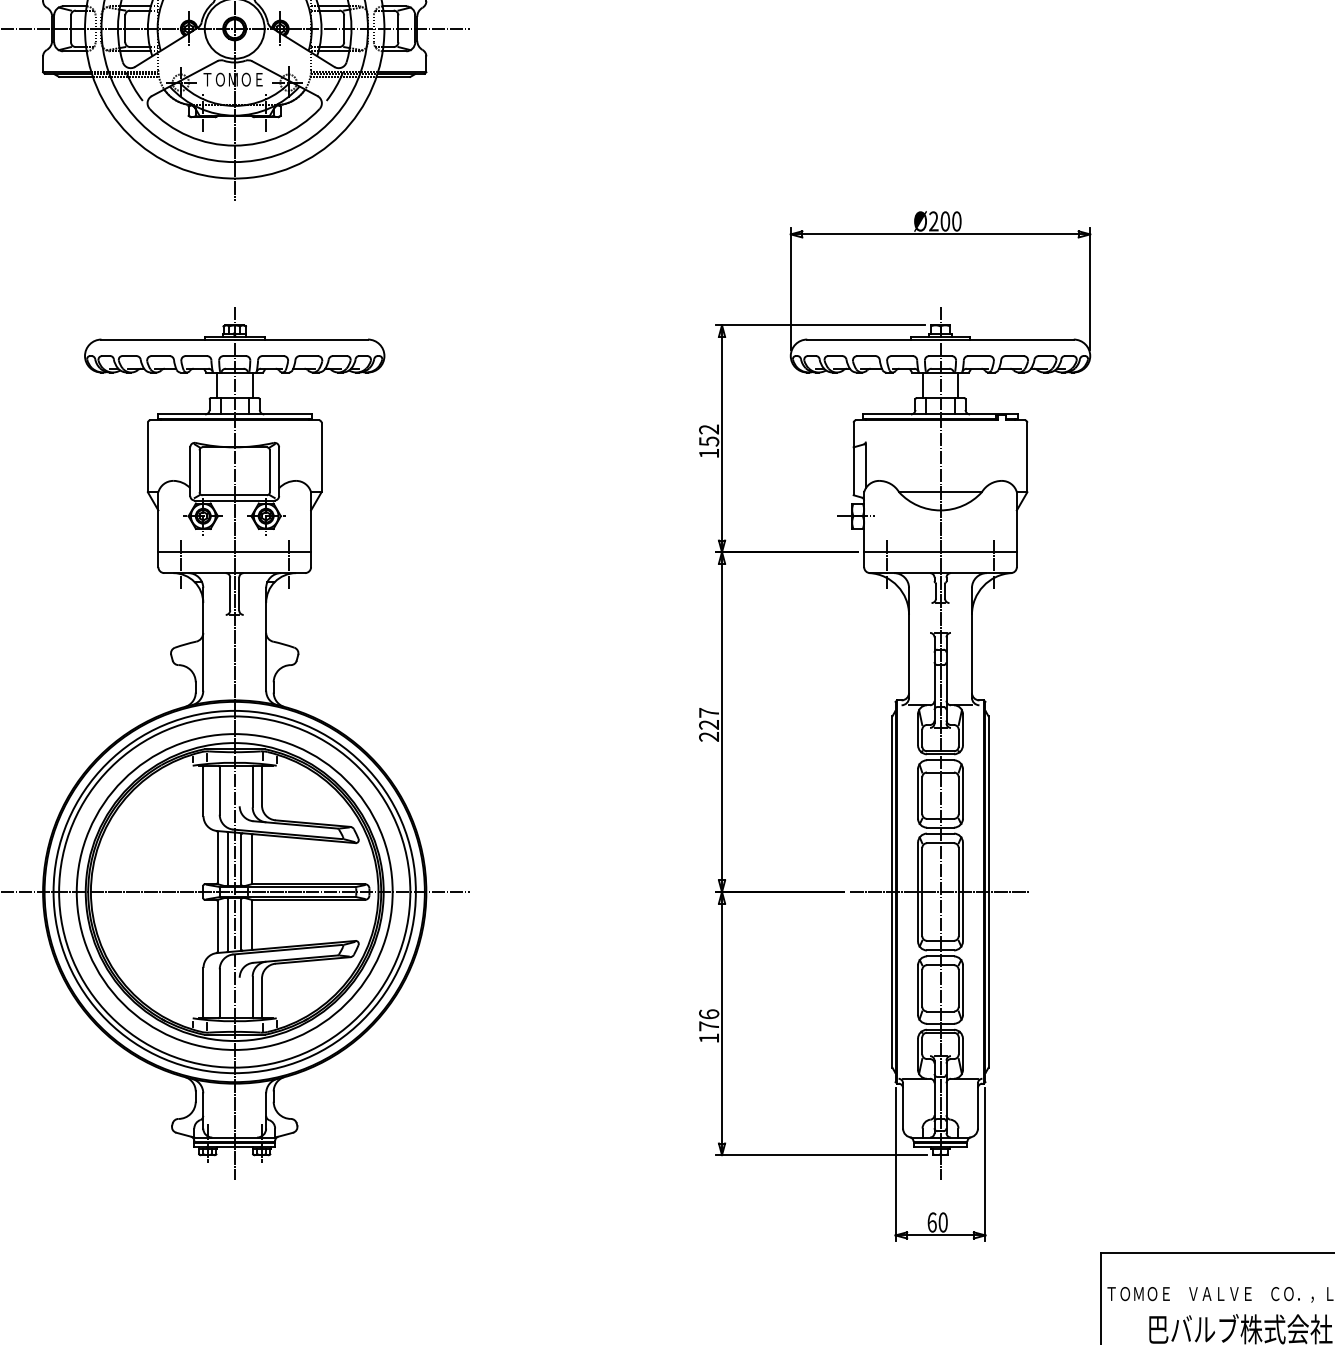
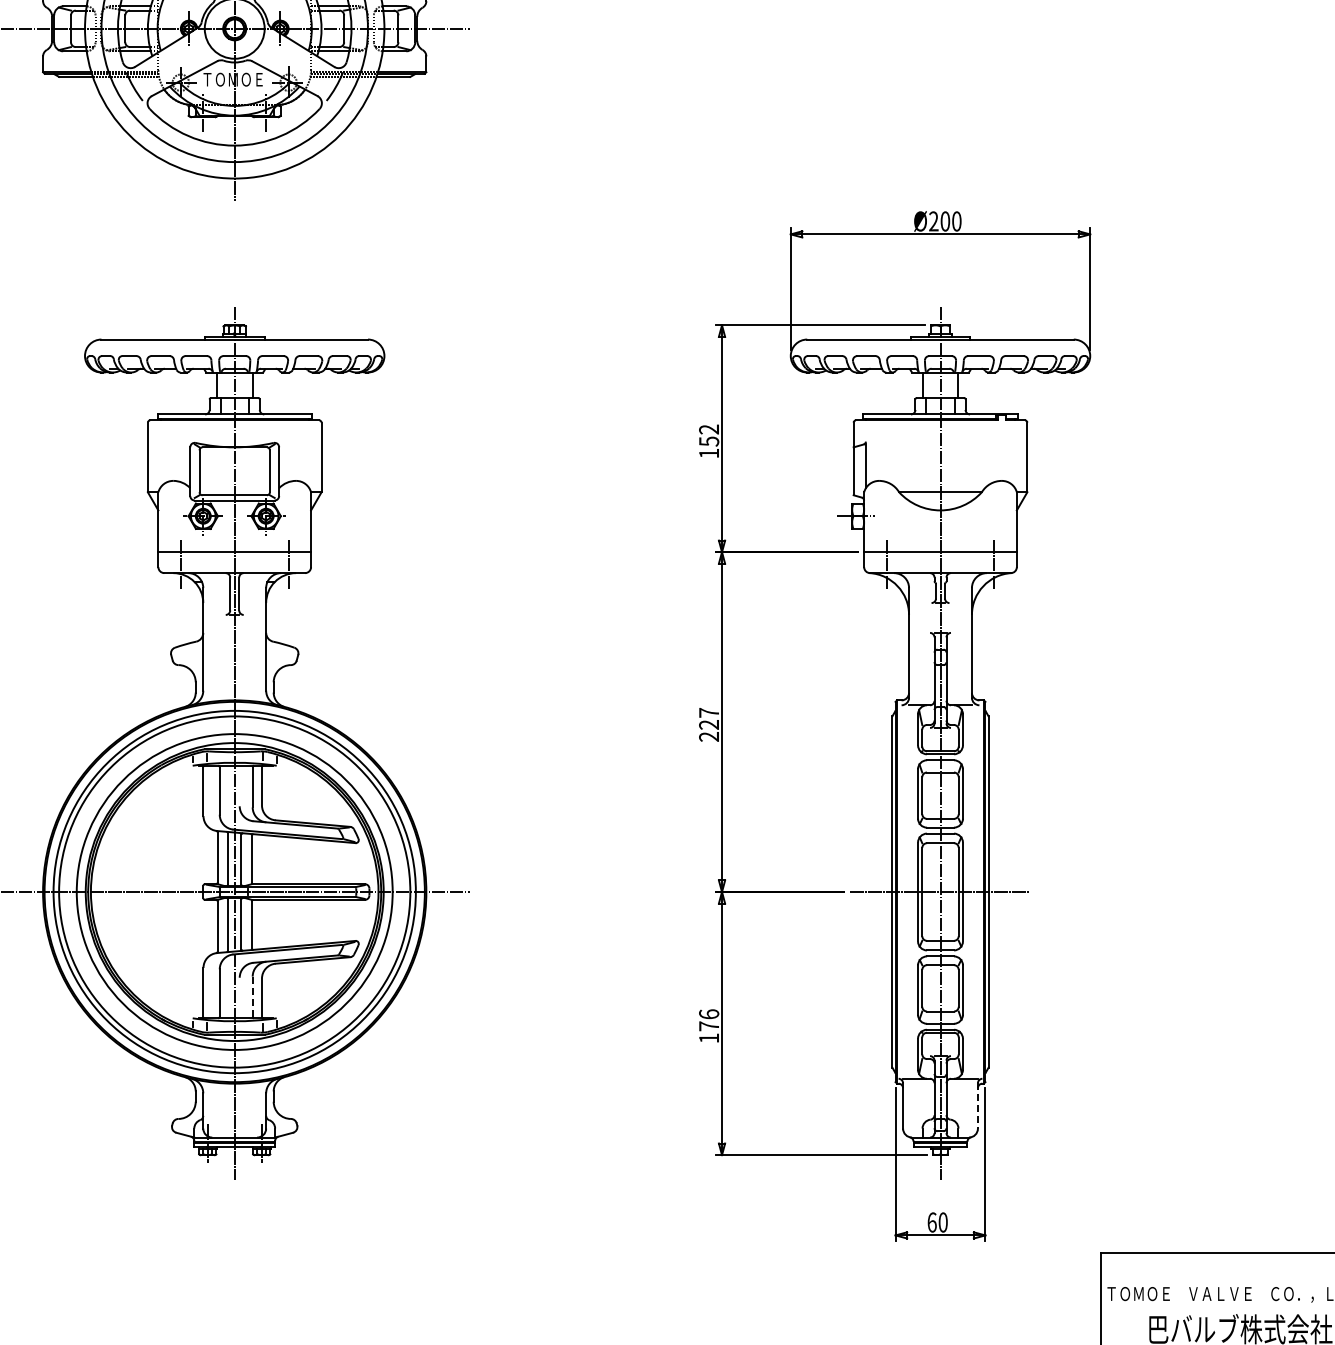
line at (252, 997): solid -> dashed
line at (977, 1105): solid -> dashed
